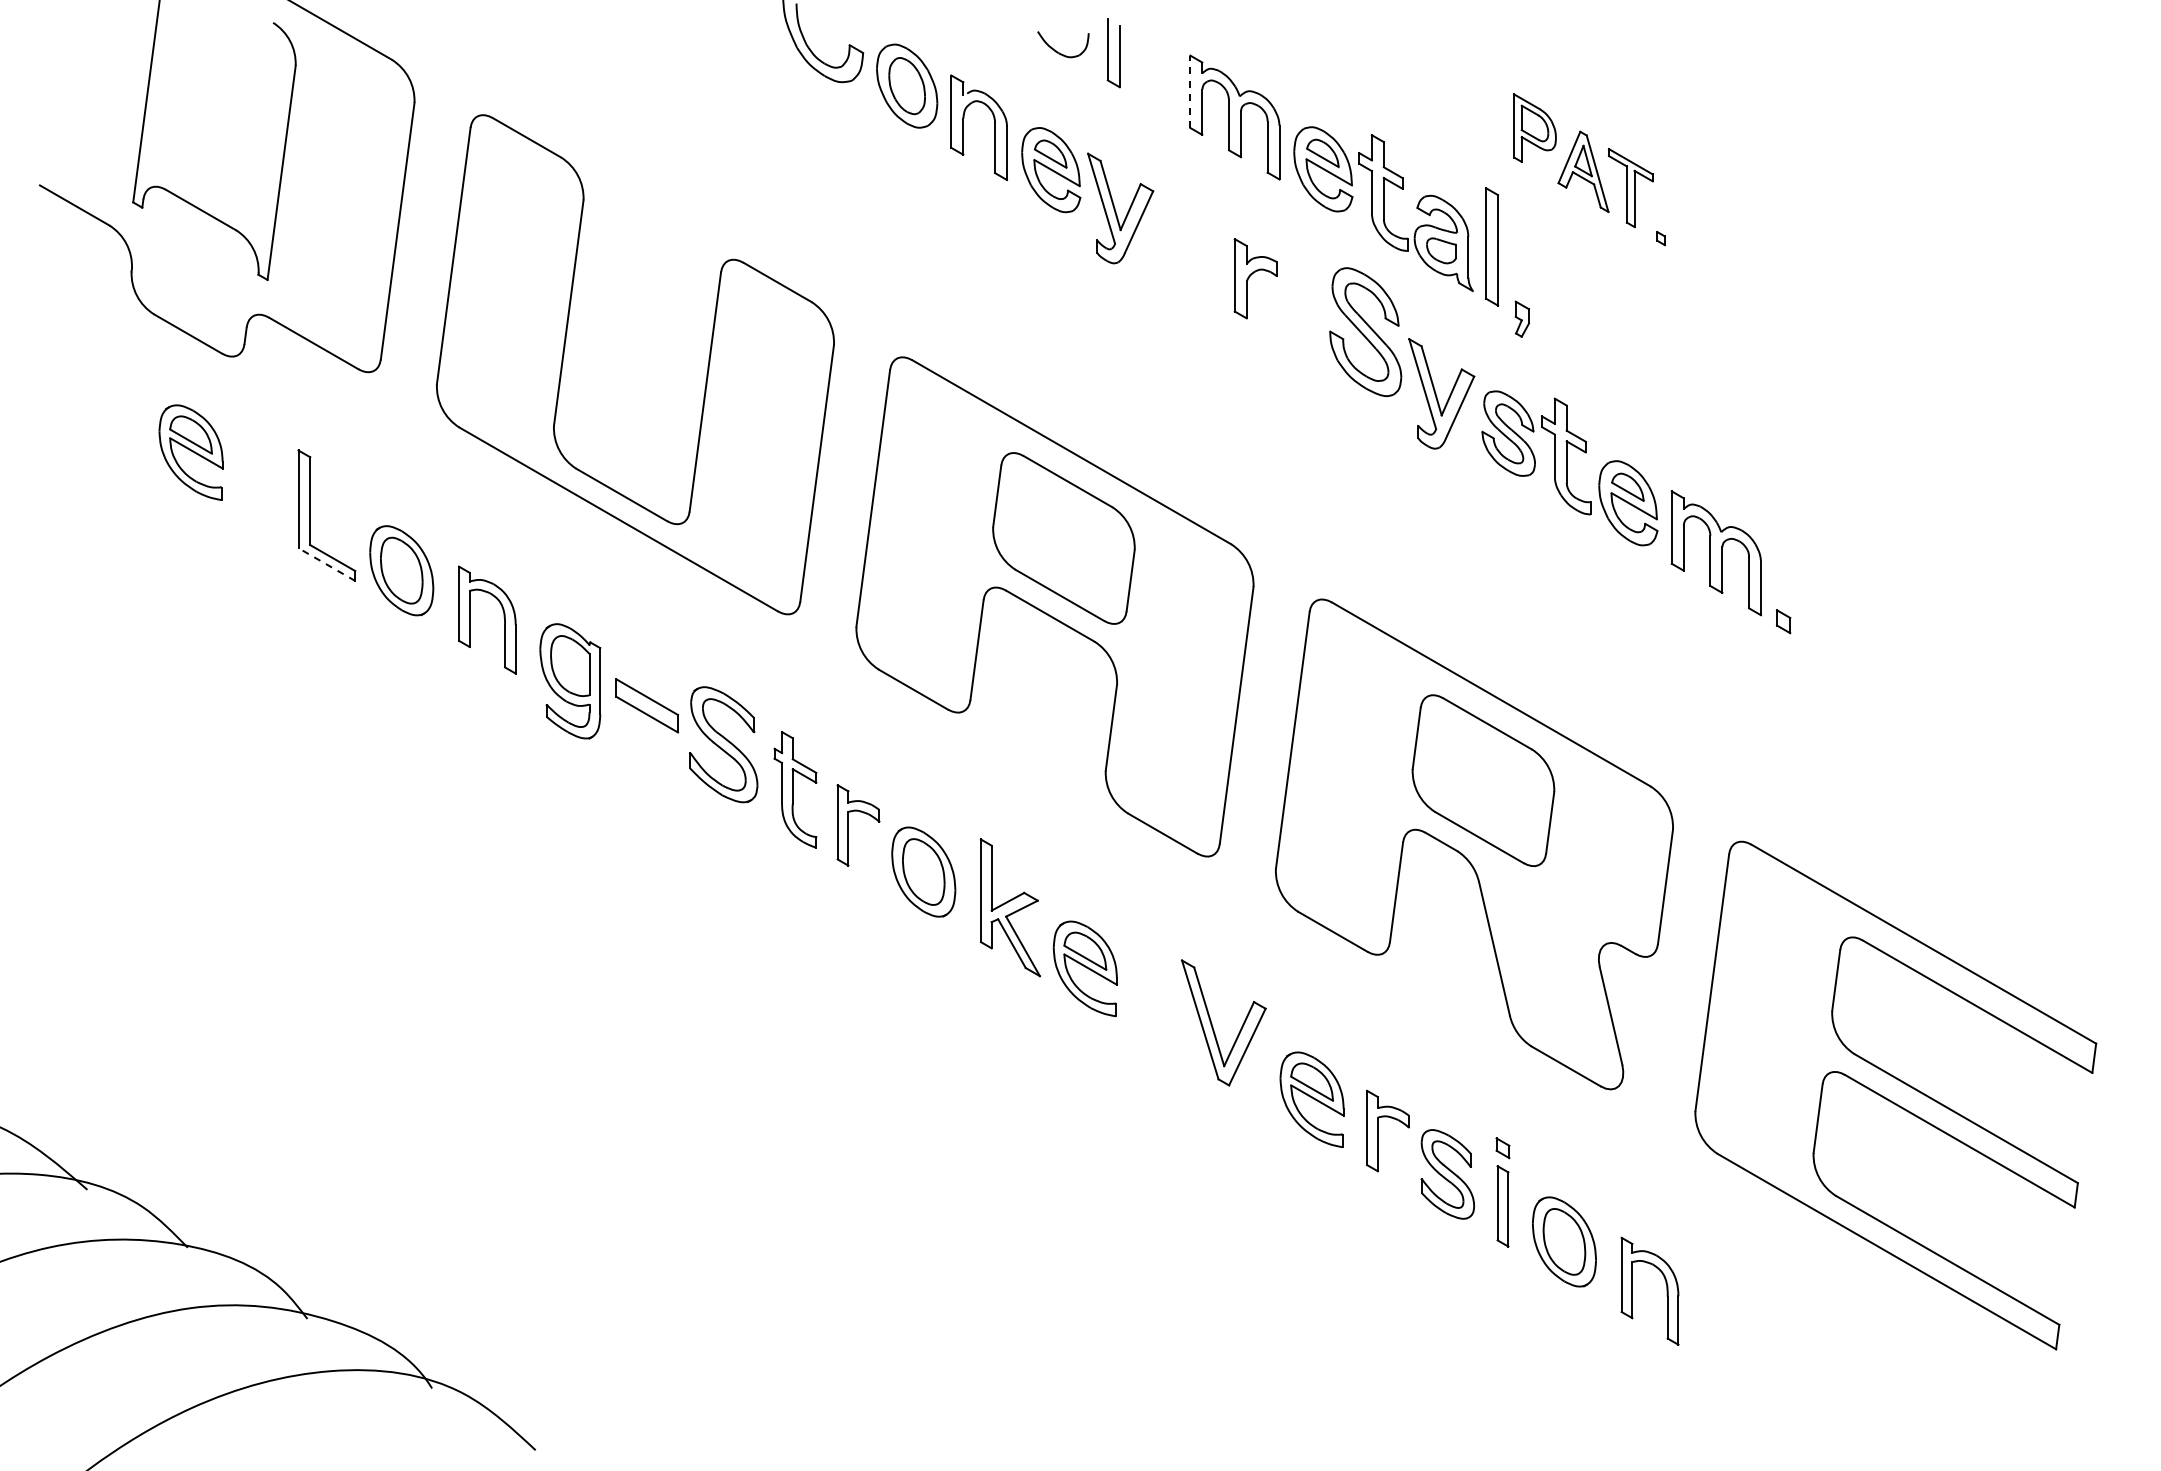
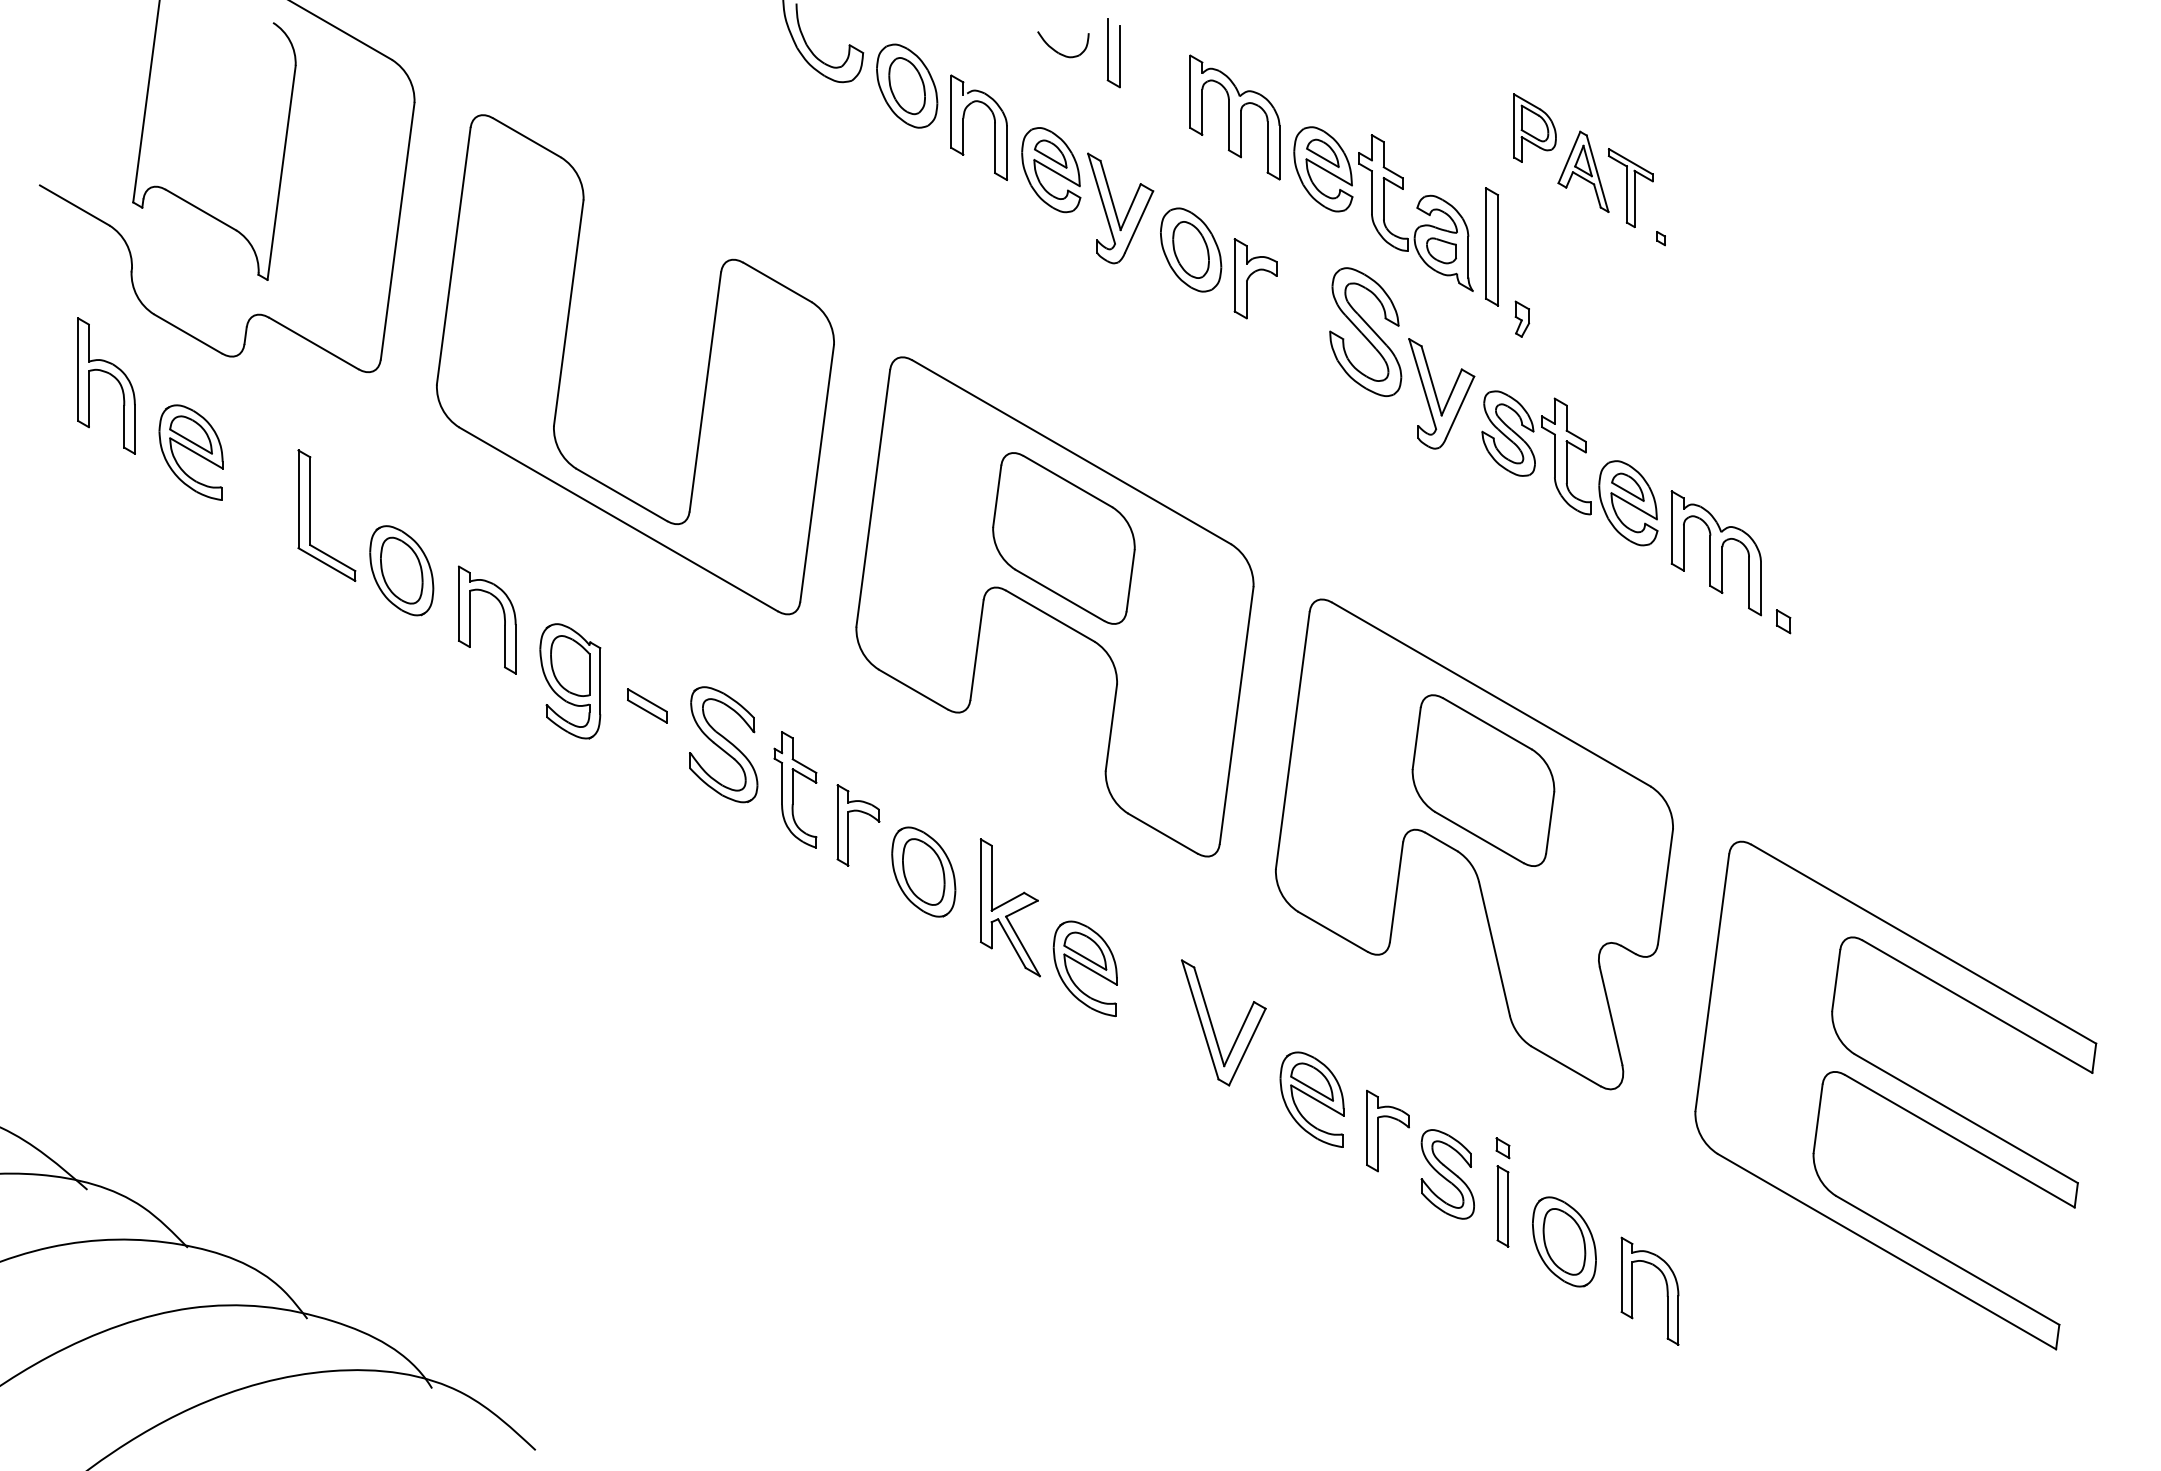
line at (1190, 91): dashed -> solid
part at (1191, 249): none -> present
part at (111, 376): none -> present
line at (326, 564): dashed -> solid
part at (646, 705) size: 64x56 px -> 41x36 px
